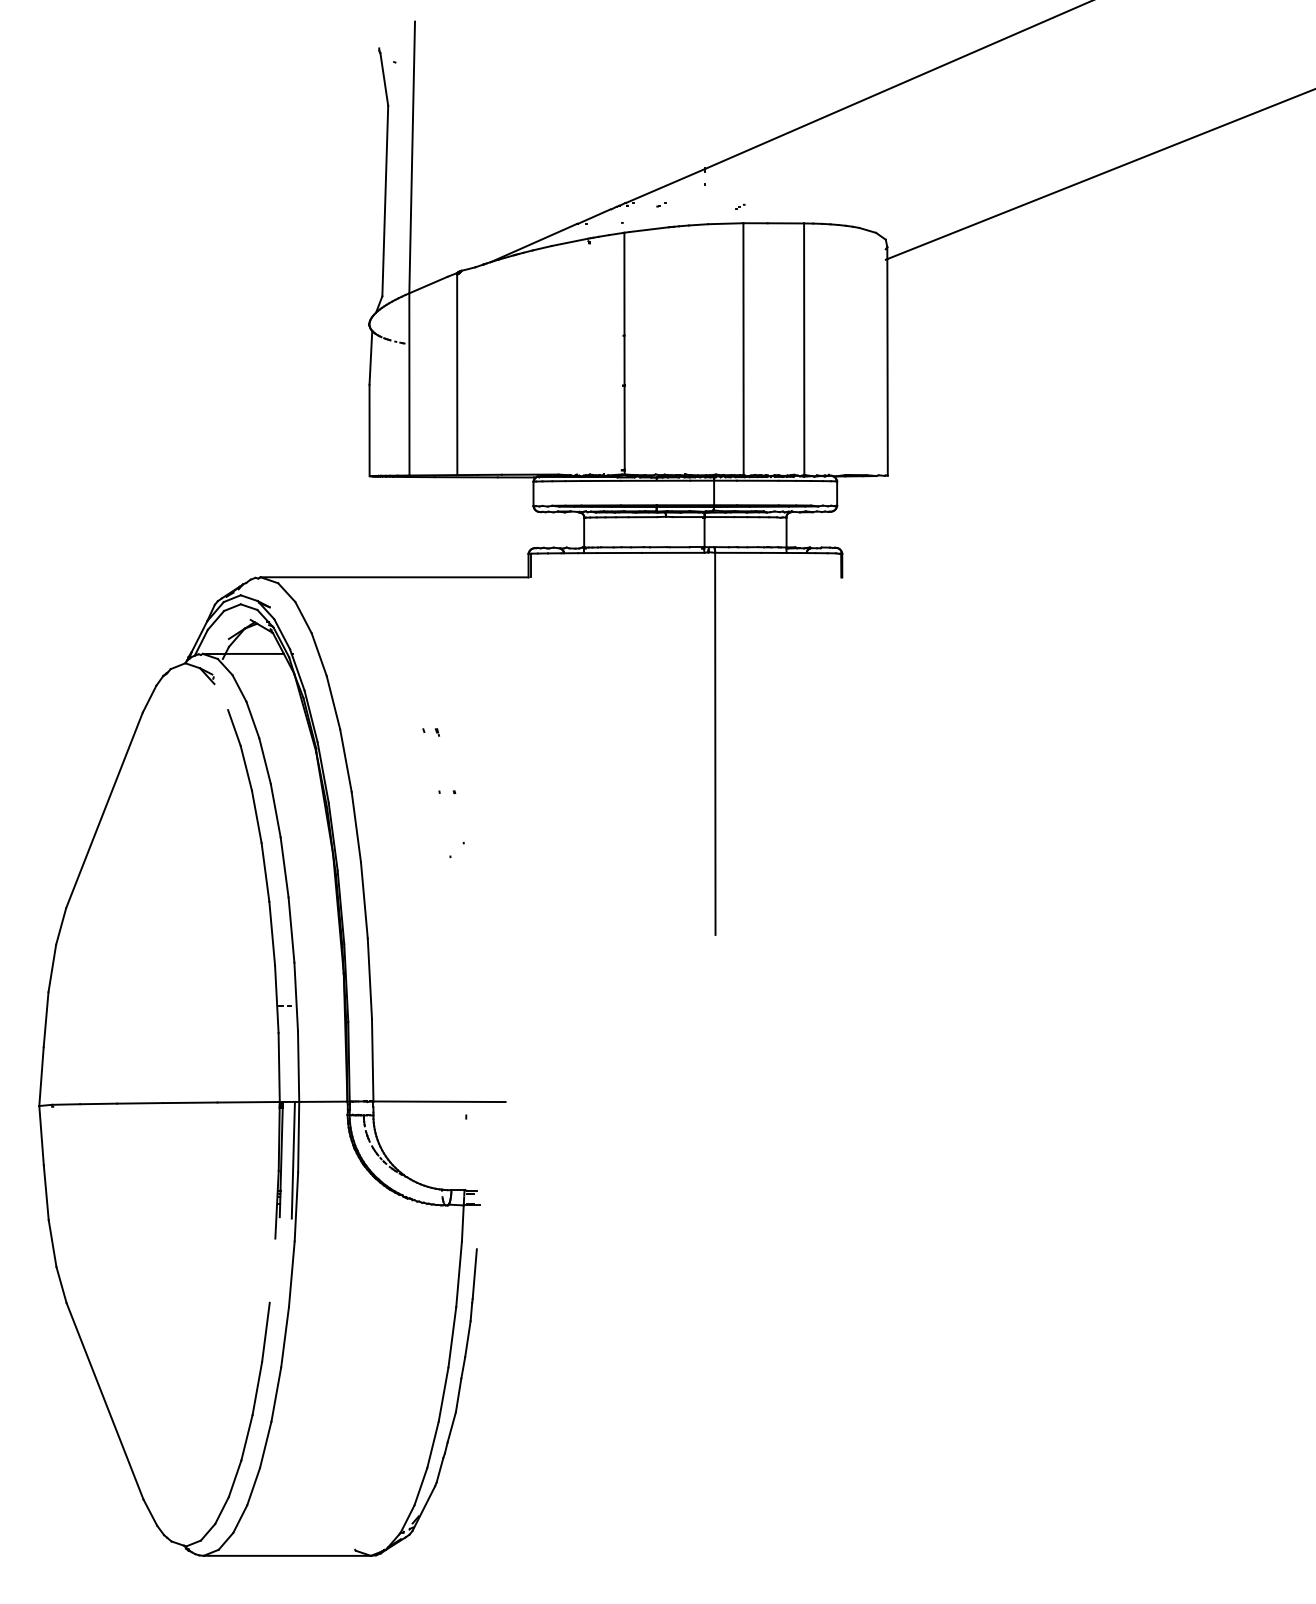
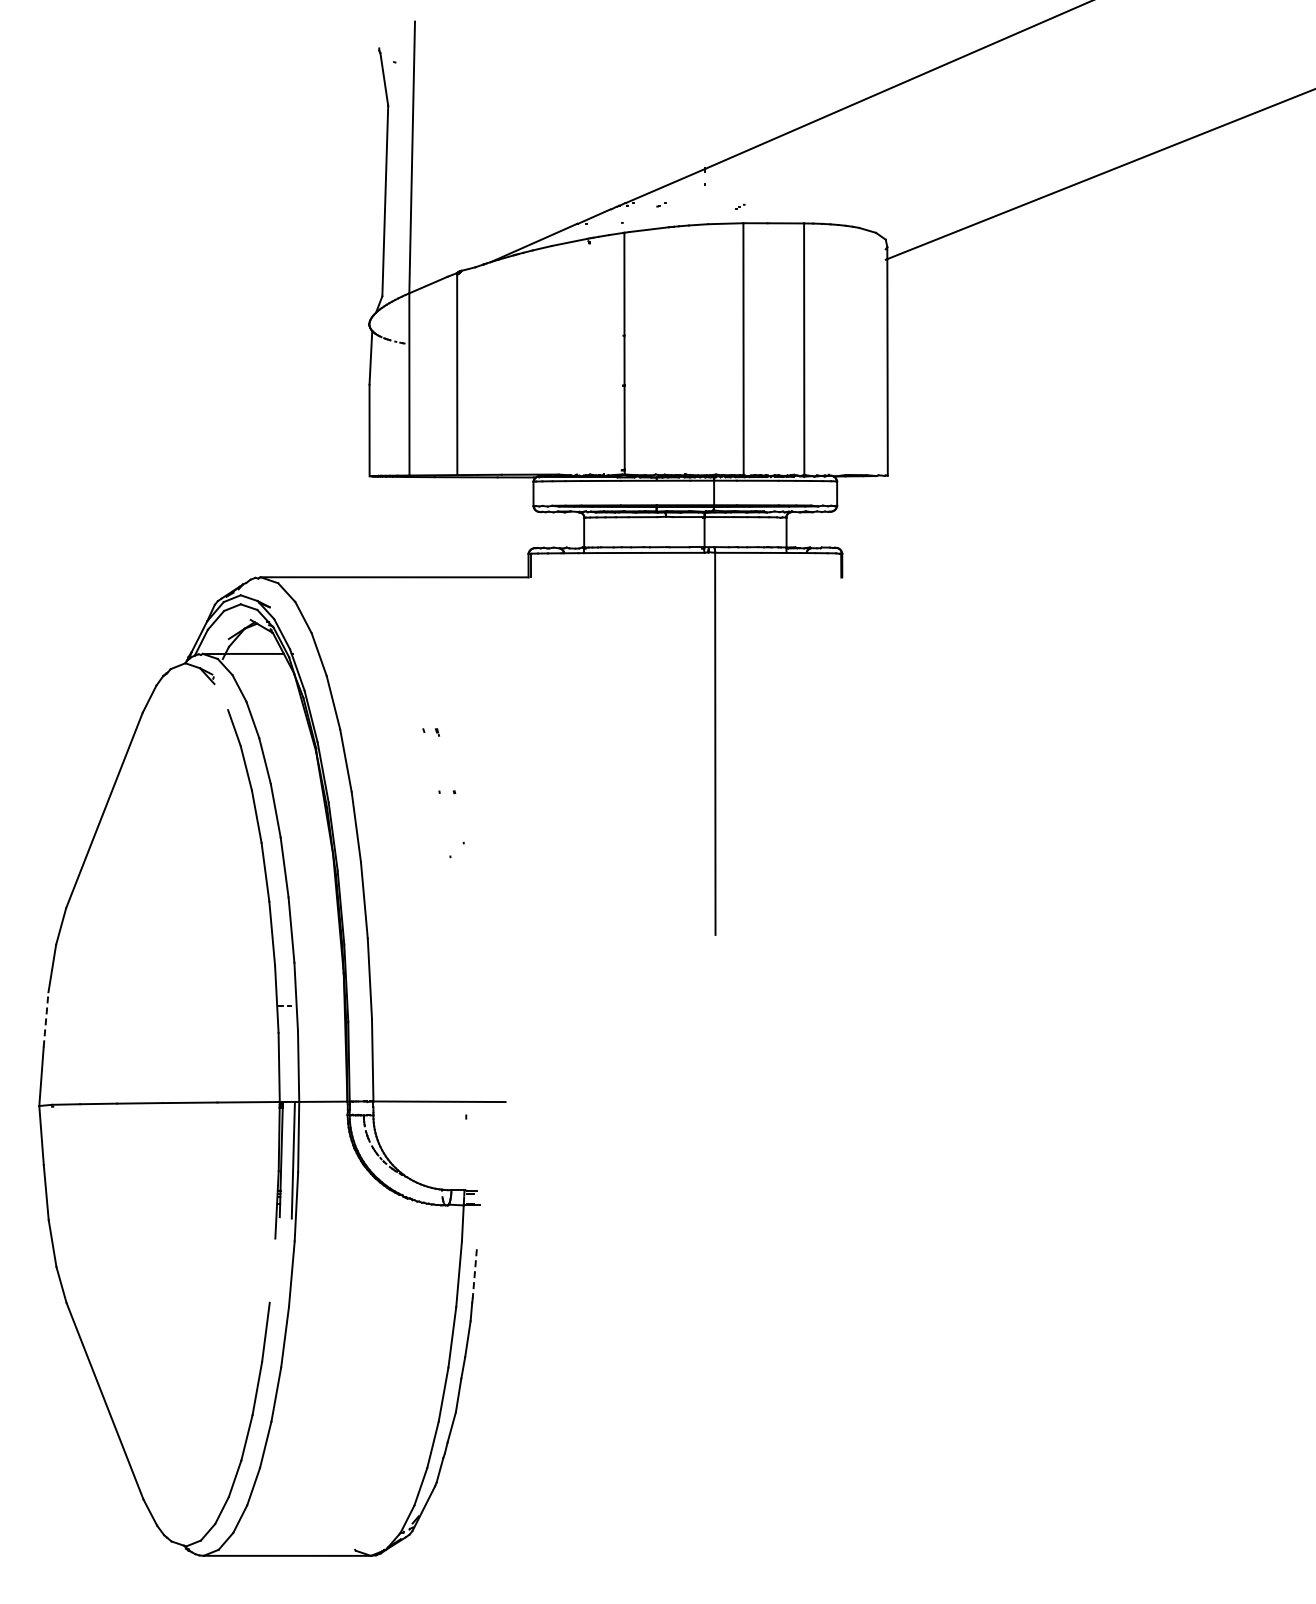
line at (46, 1019): solid -> dashed
line at (474, 1274): solid -> dashed
